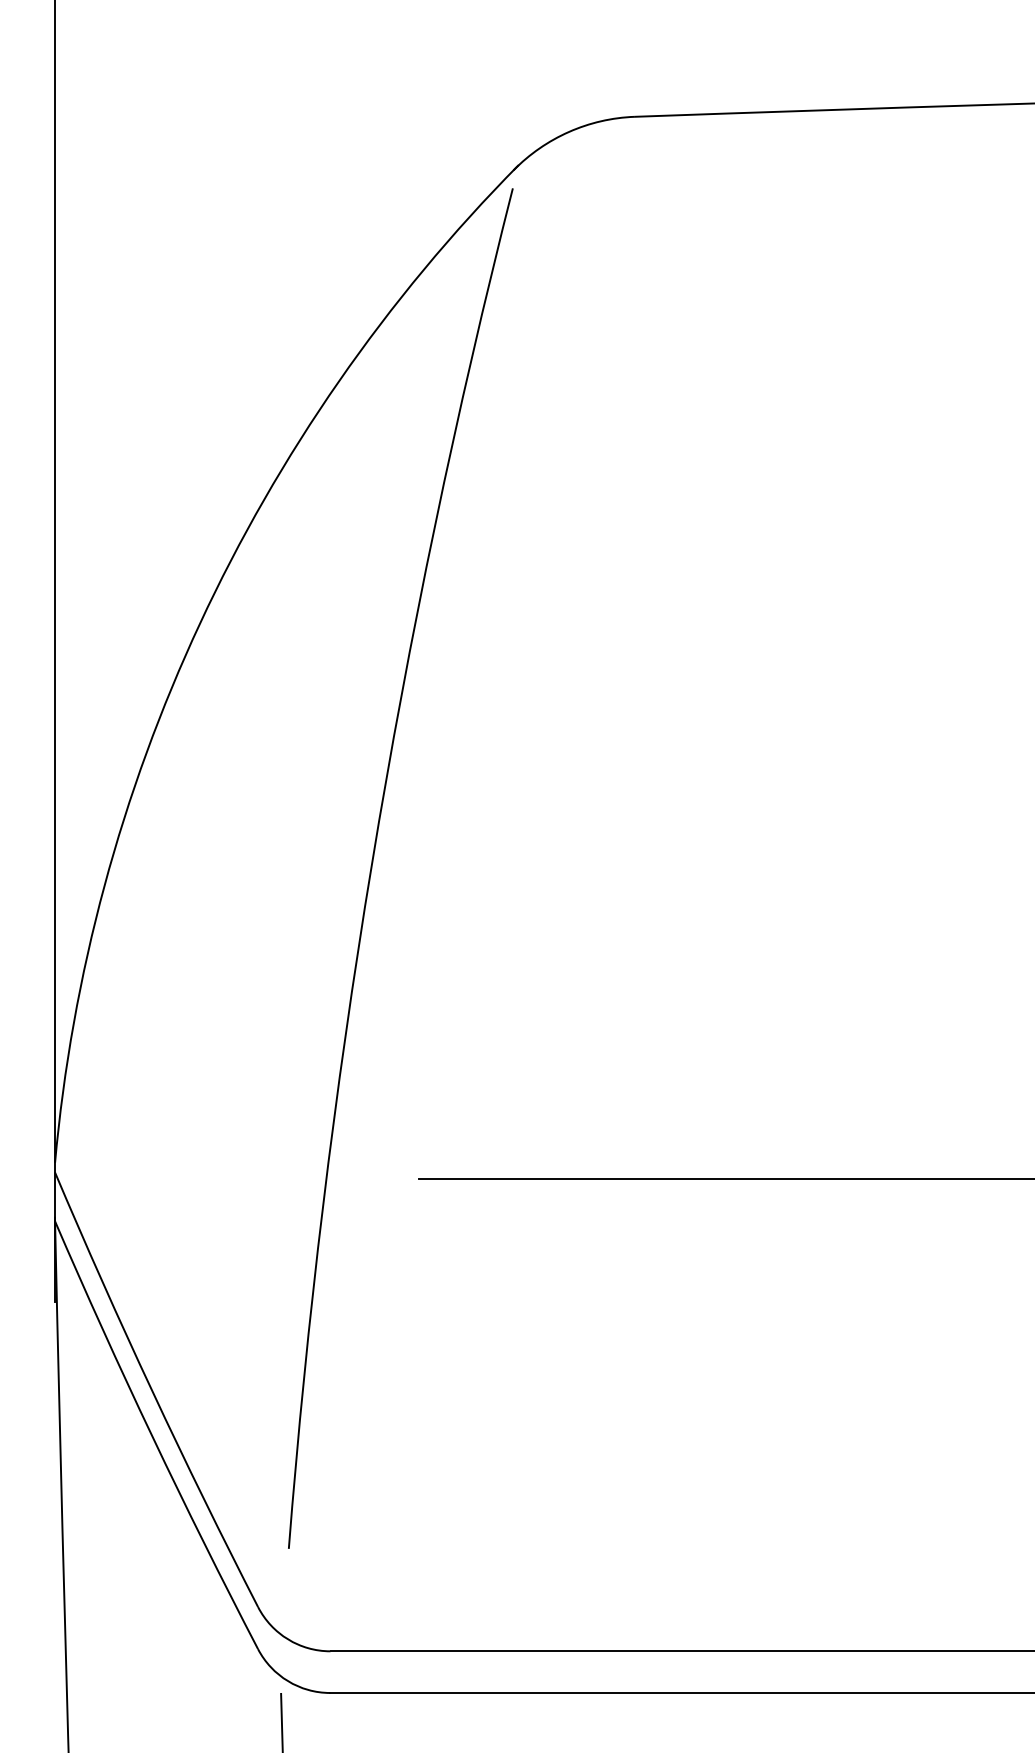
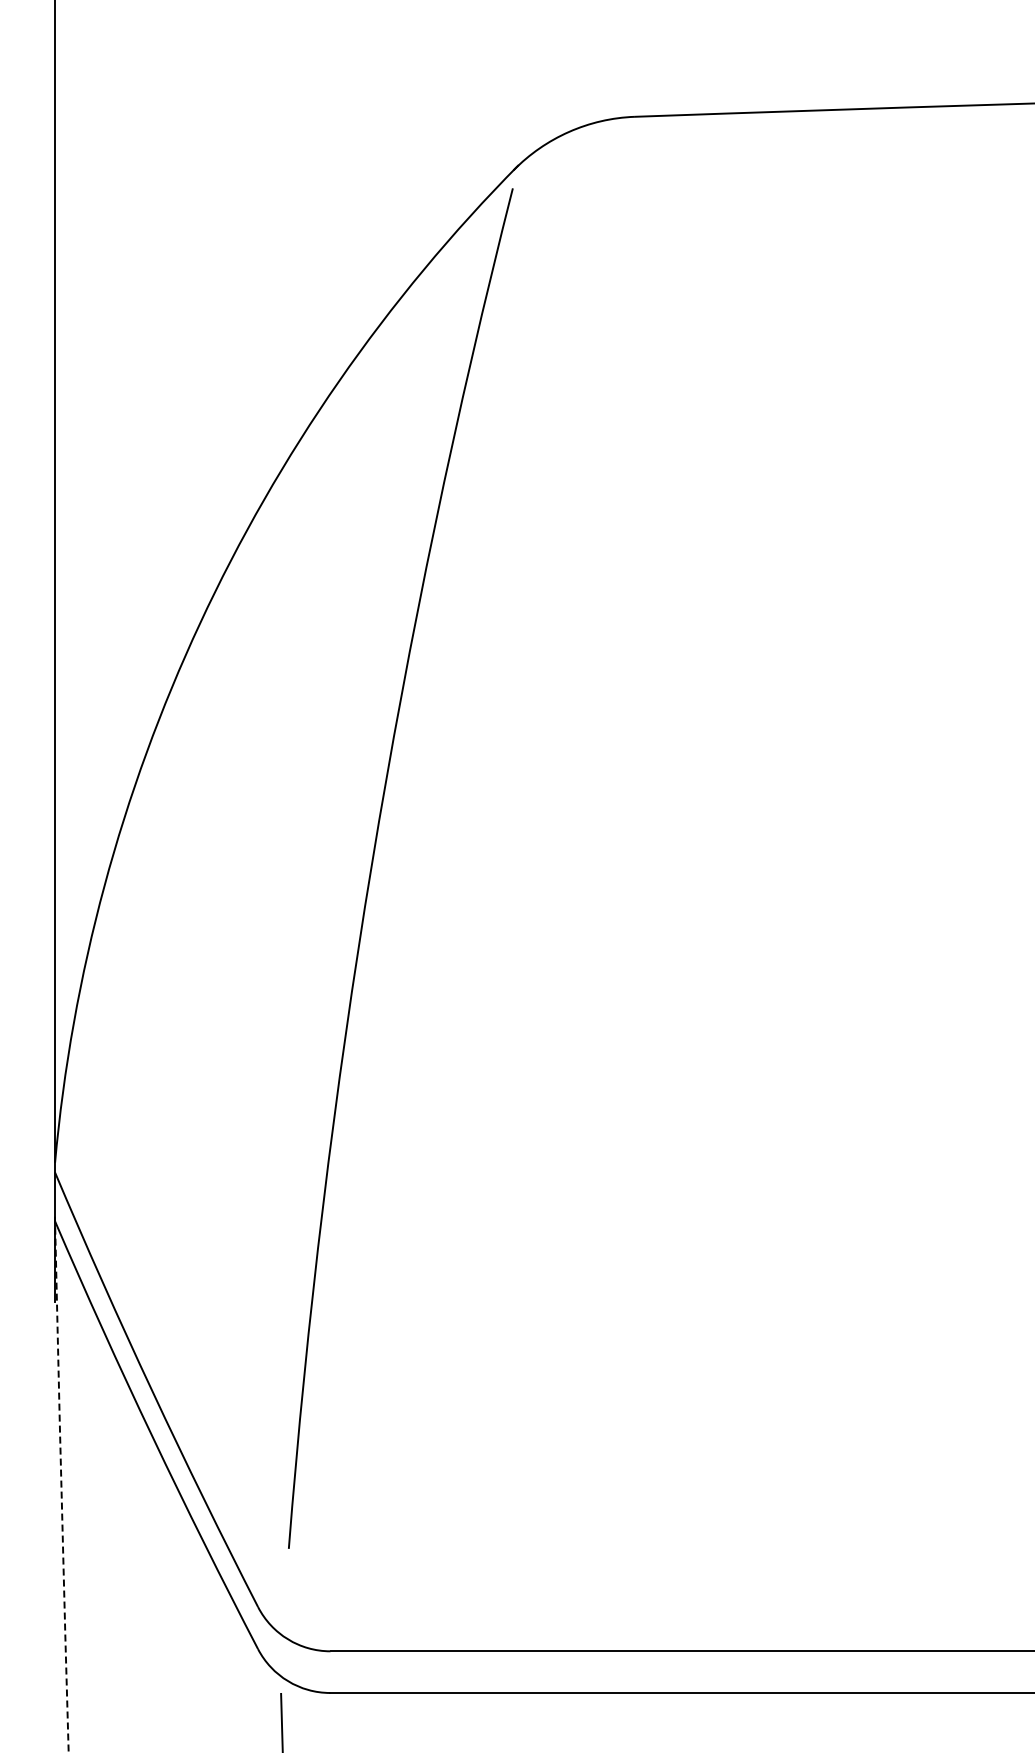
line at (725, 1179): present -> none
arc at (61, 1484): solid -> dashed
